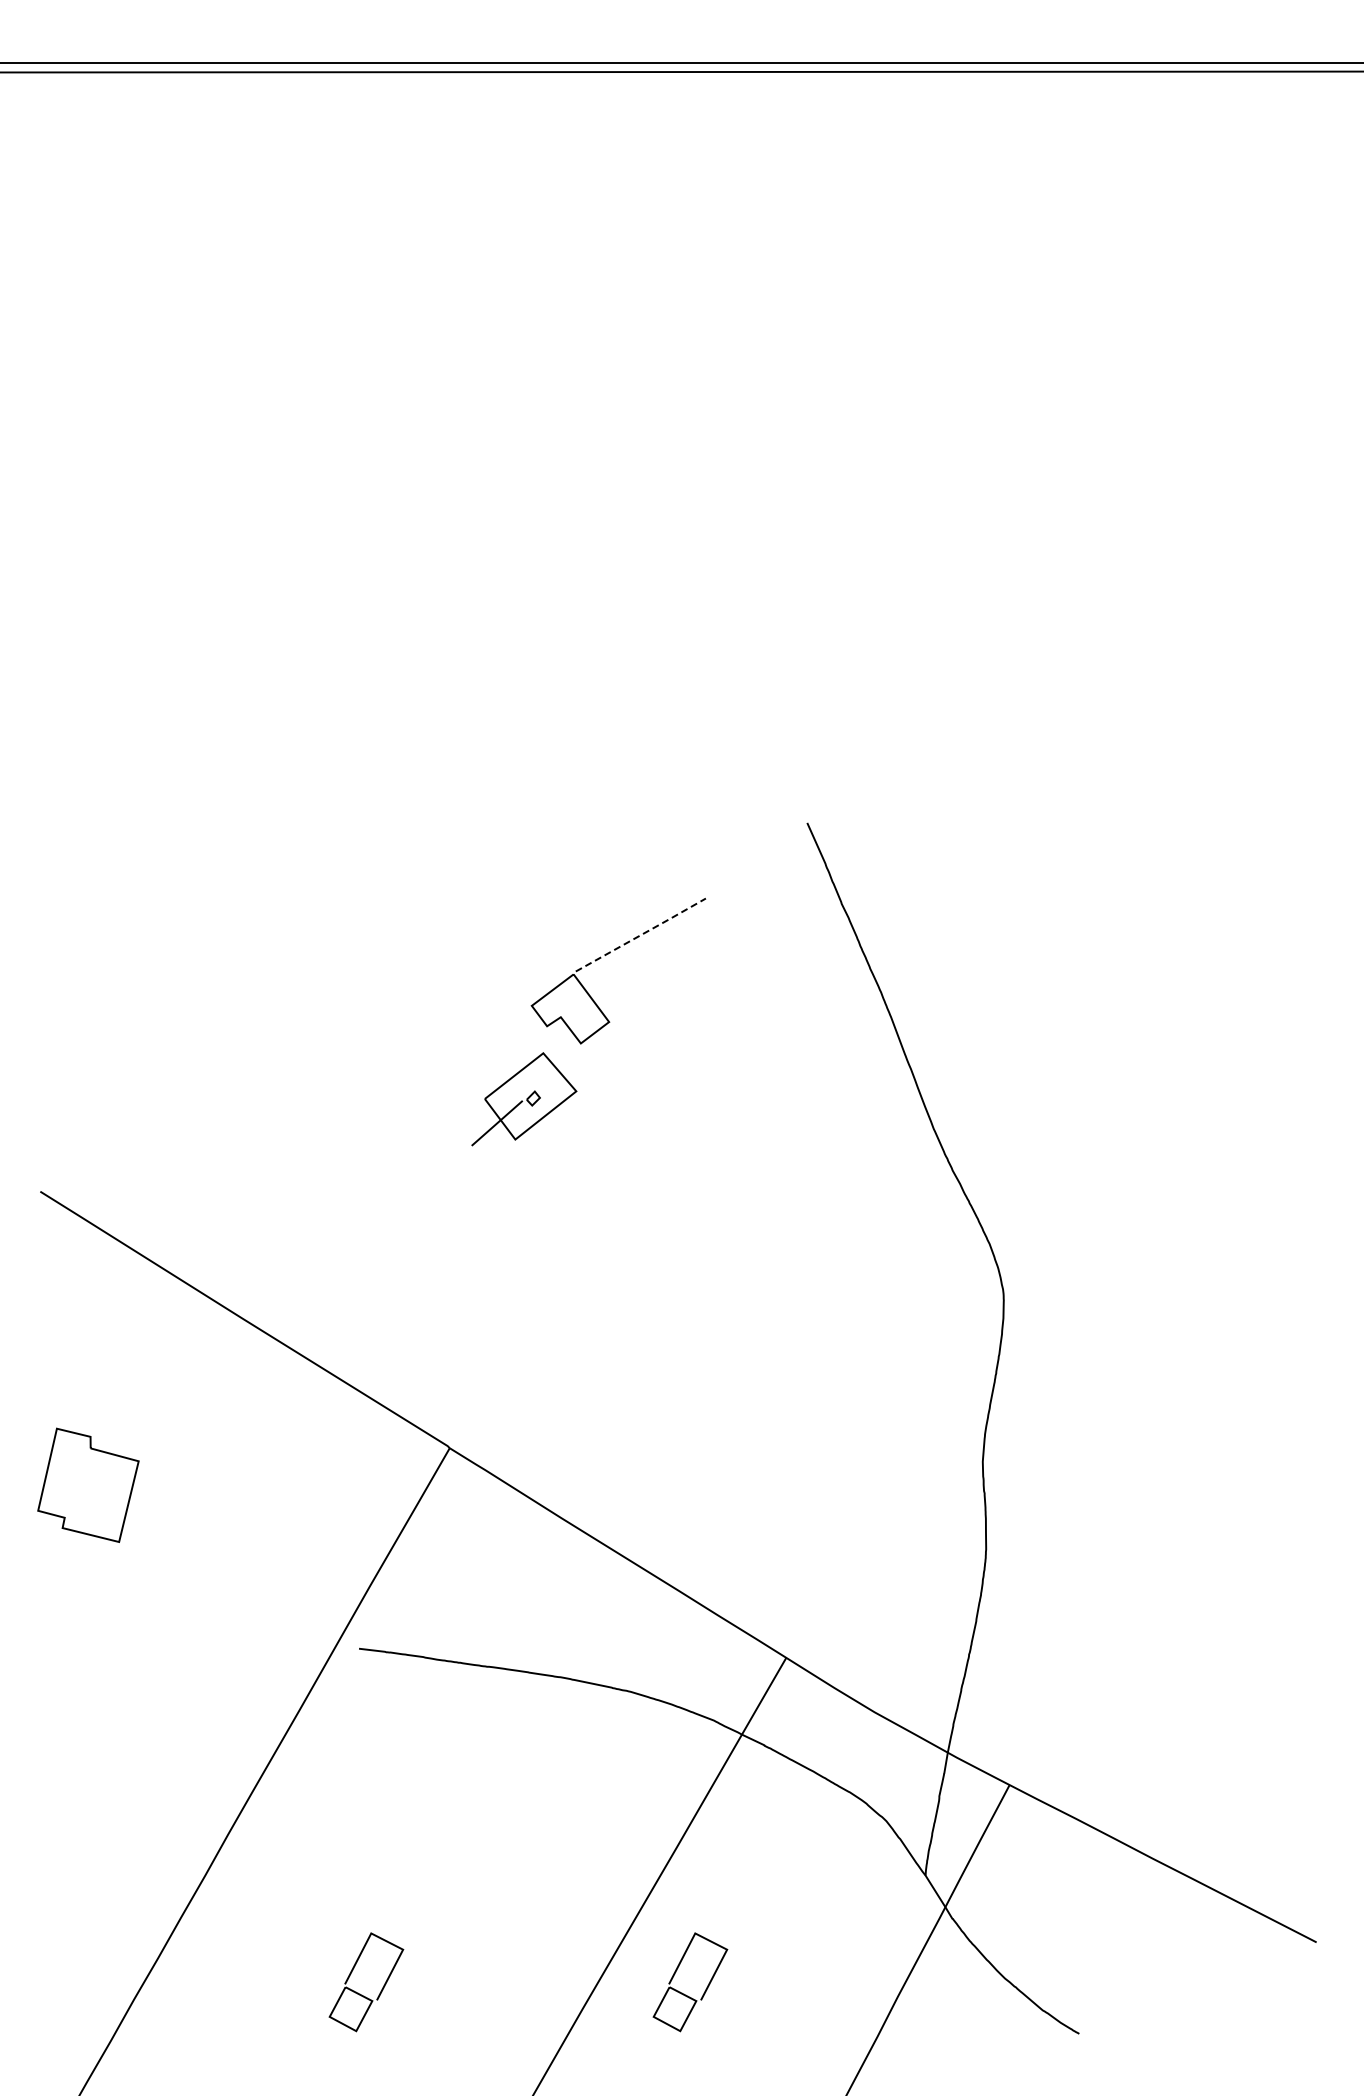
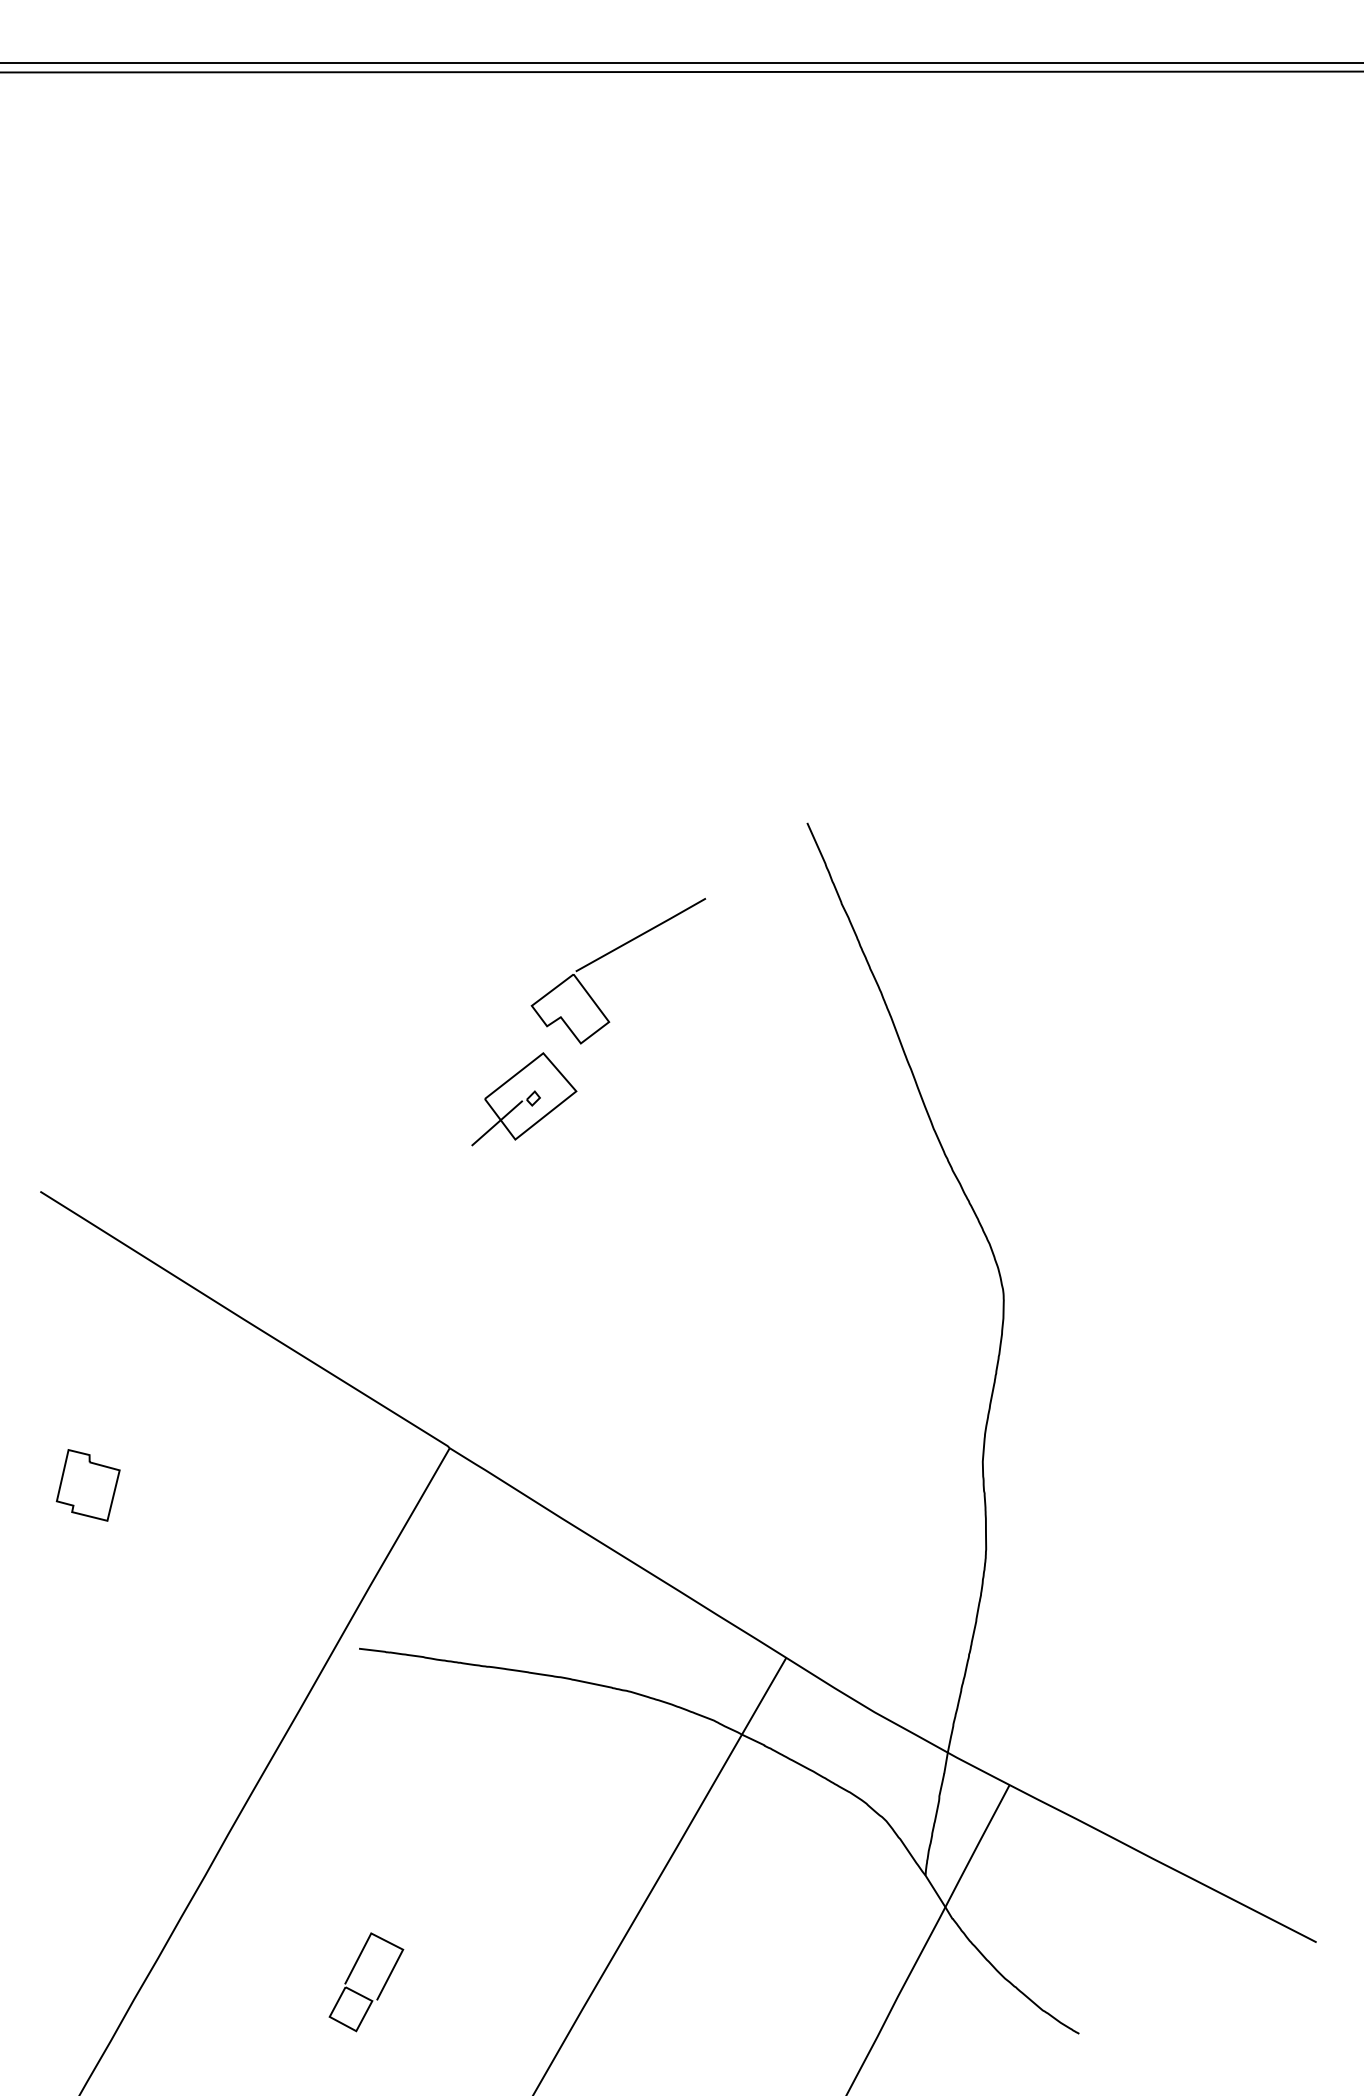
line at (641, 934): dashed -> solid
part at (88, 1484) size: 103x116 px -> 66x73 px
part at (684, 1993): present -> none
